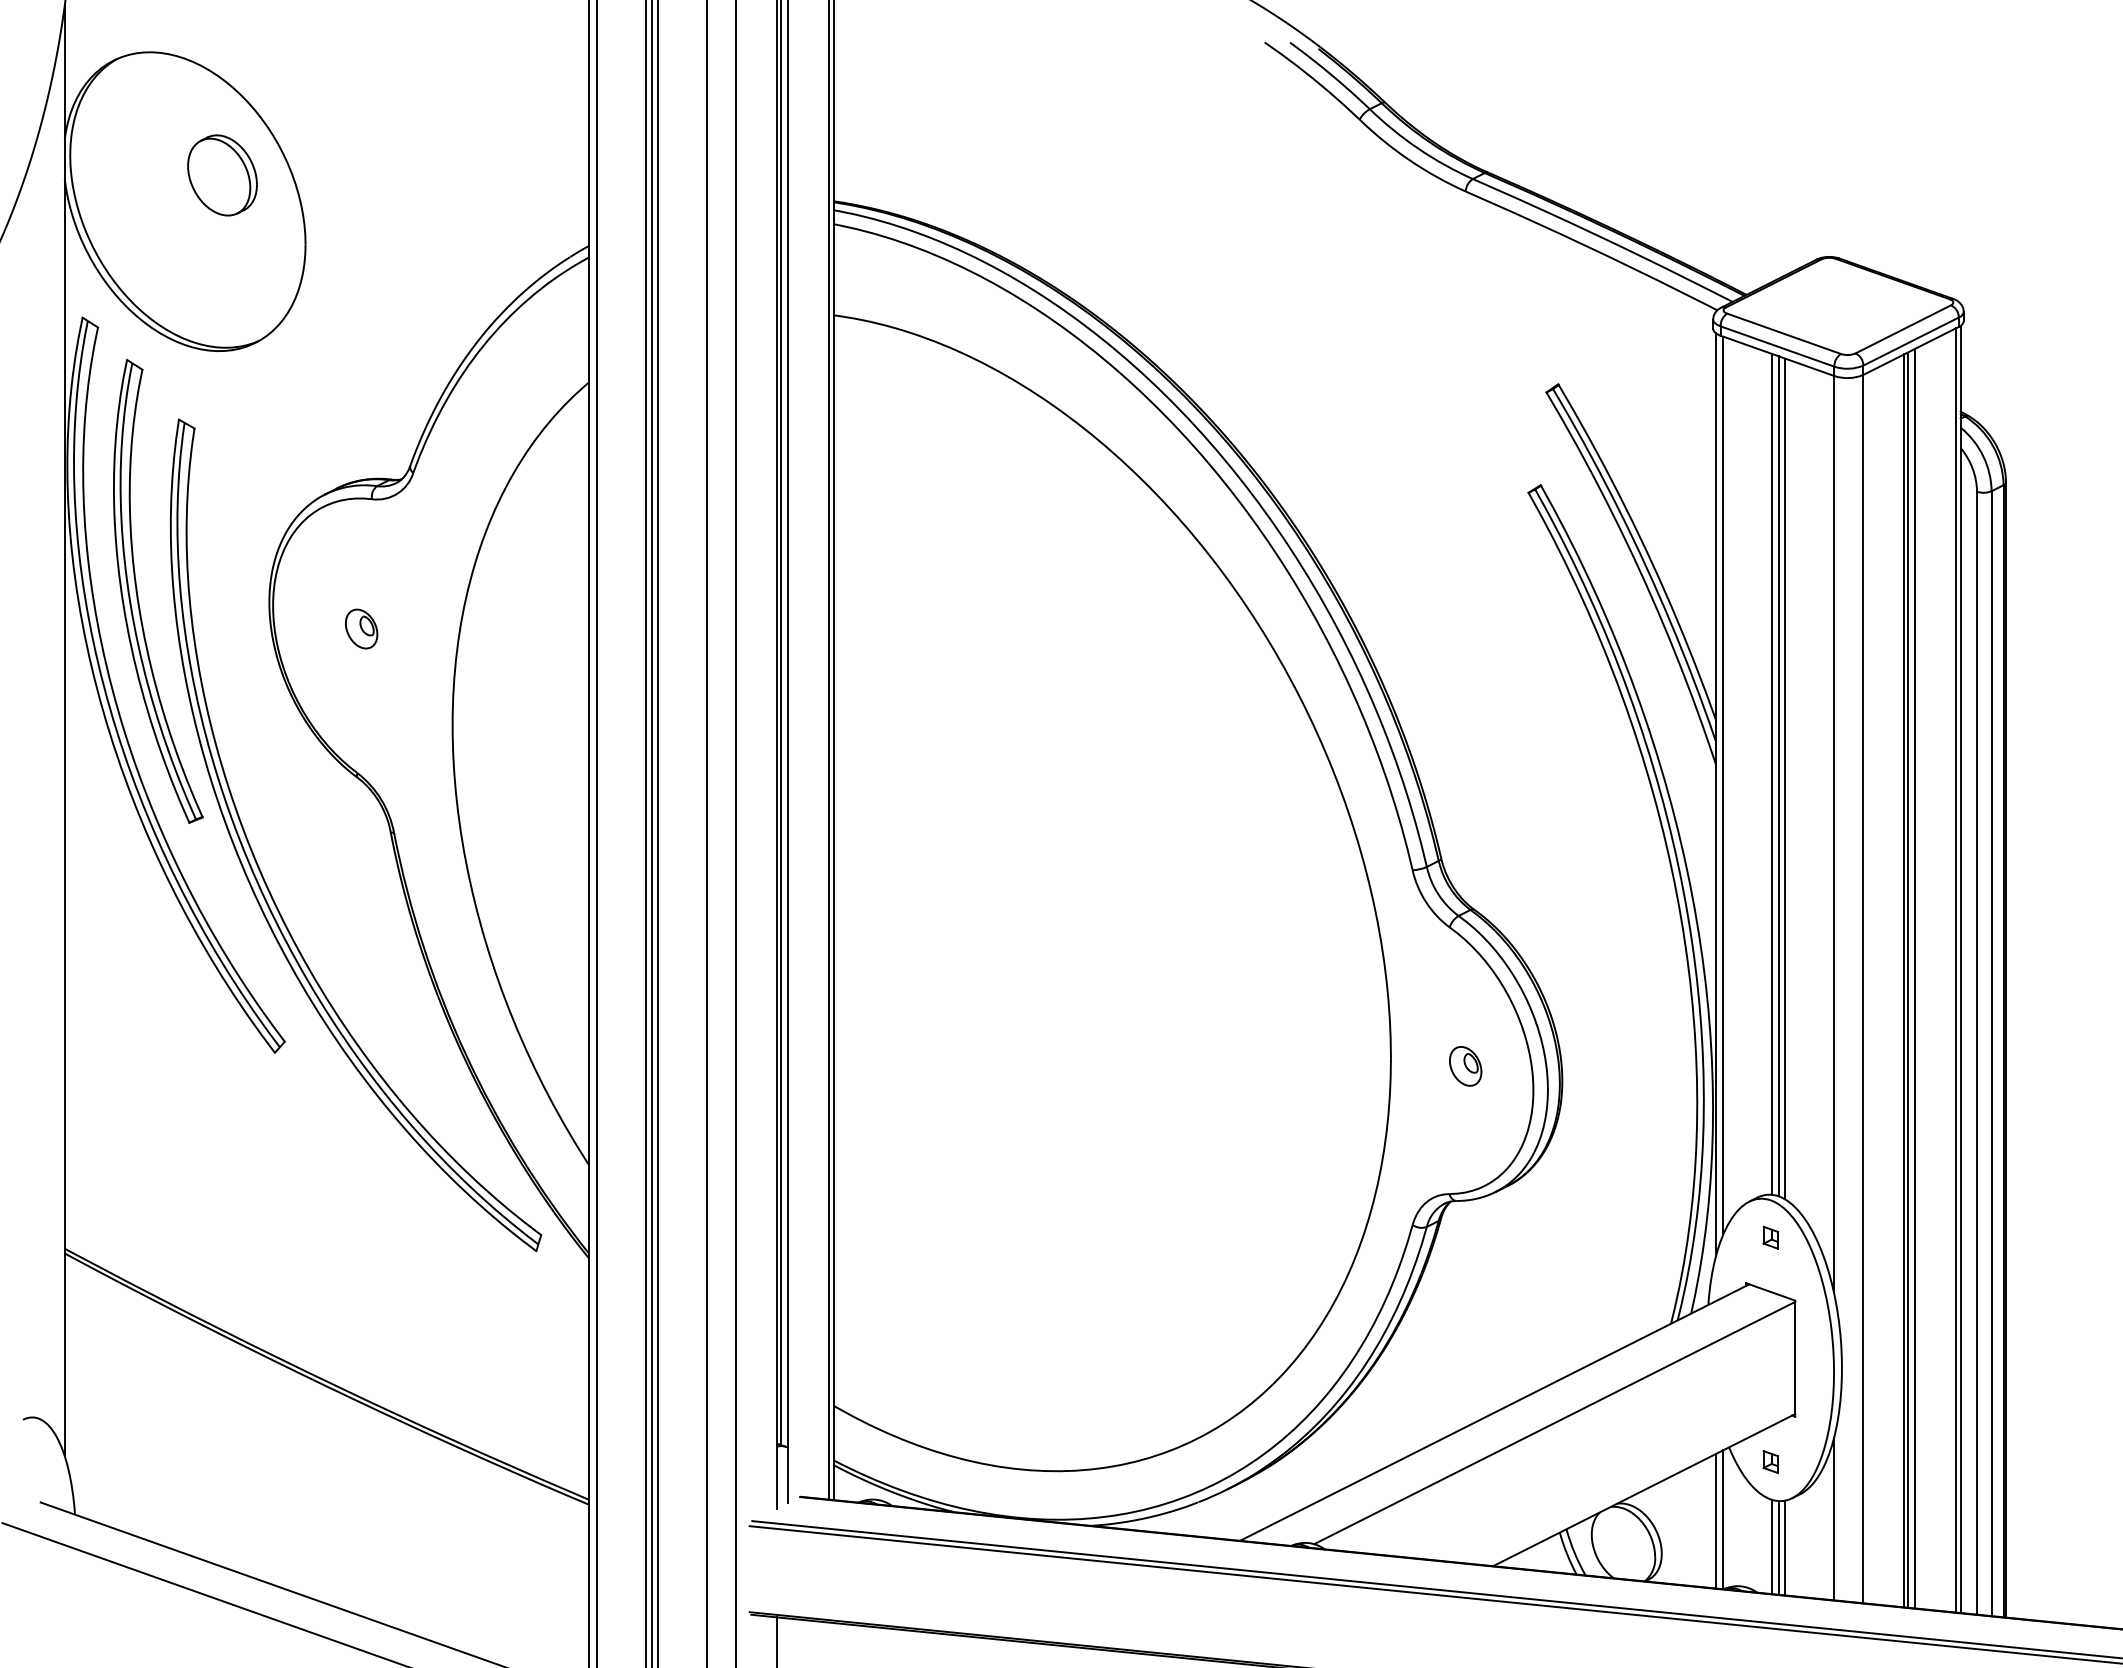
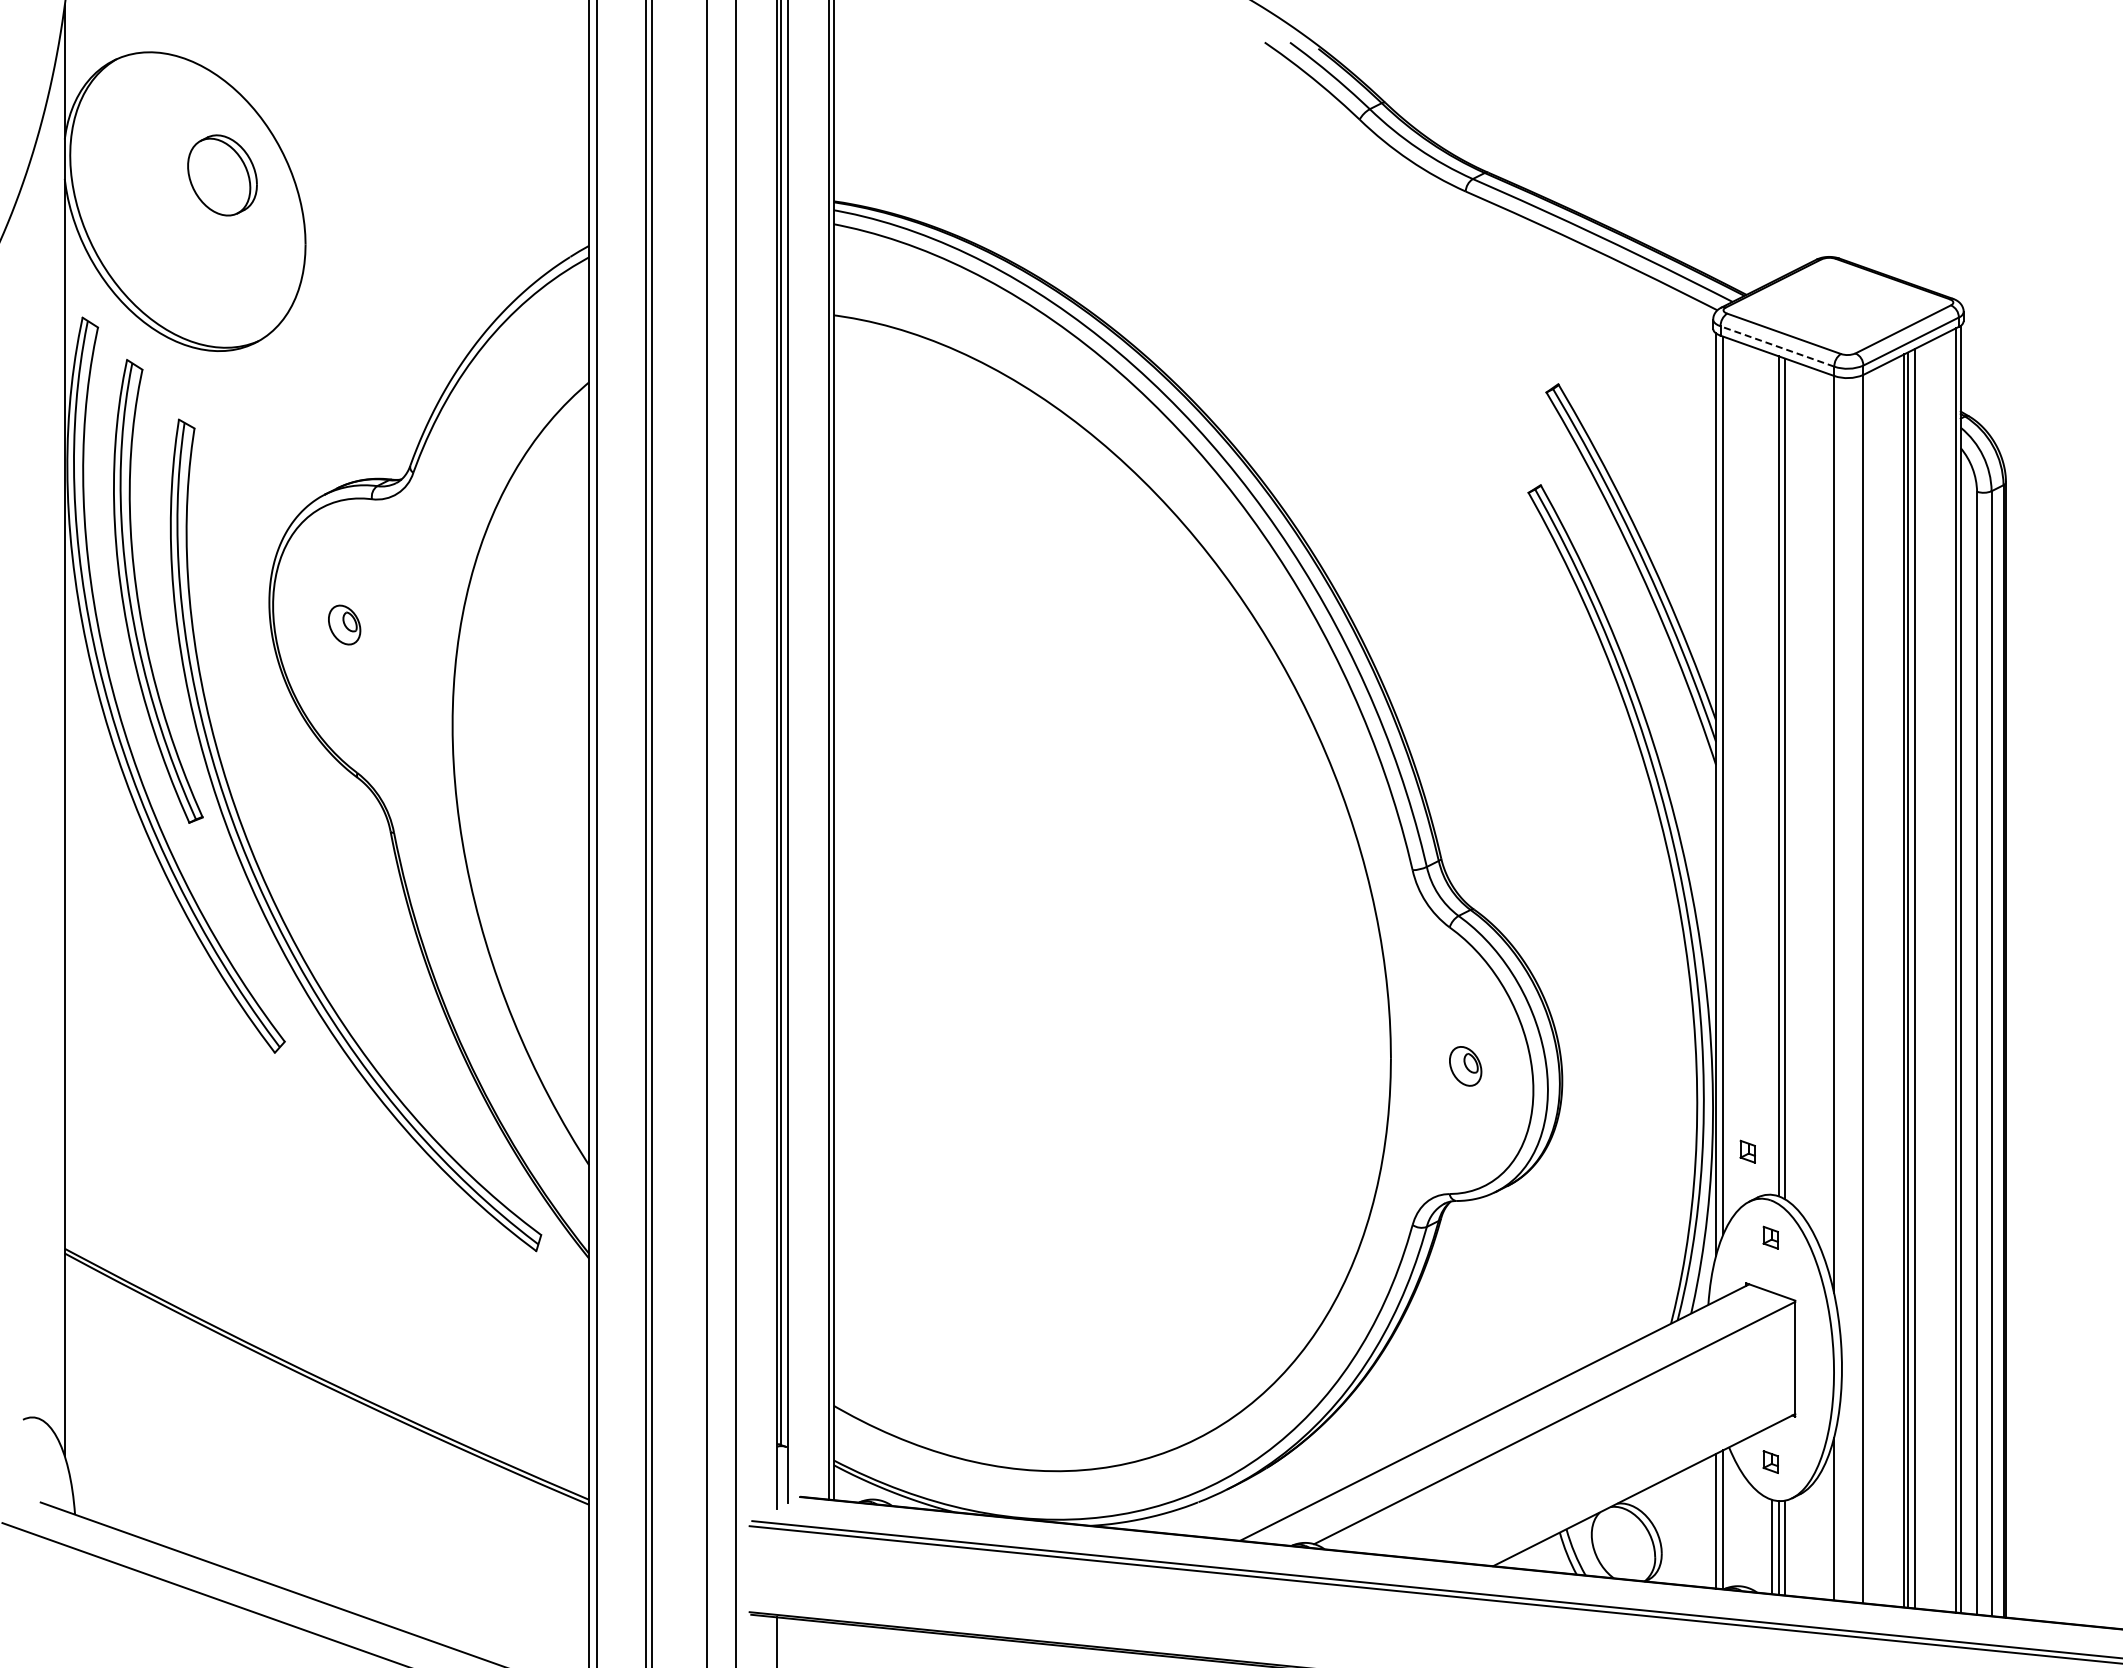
line at (1776, 346): solid -> dashed
part at (361, 628) position: (361, 628) -> (344, 624)
line at (1772, 774): present -> none
line at (658, 833): present -> none
part at (1747, 1151): none -> present
